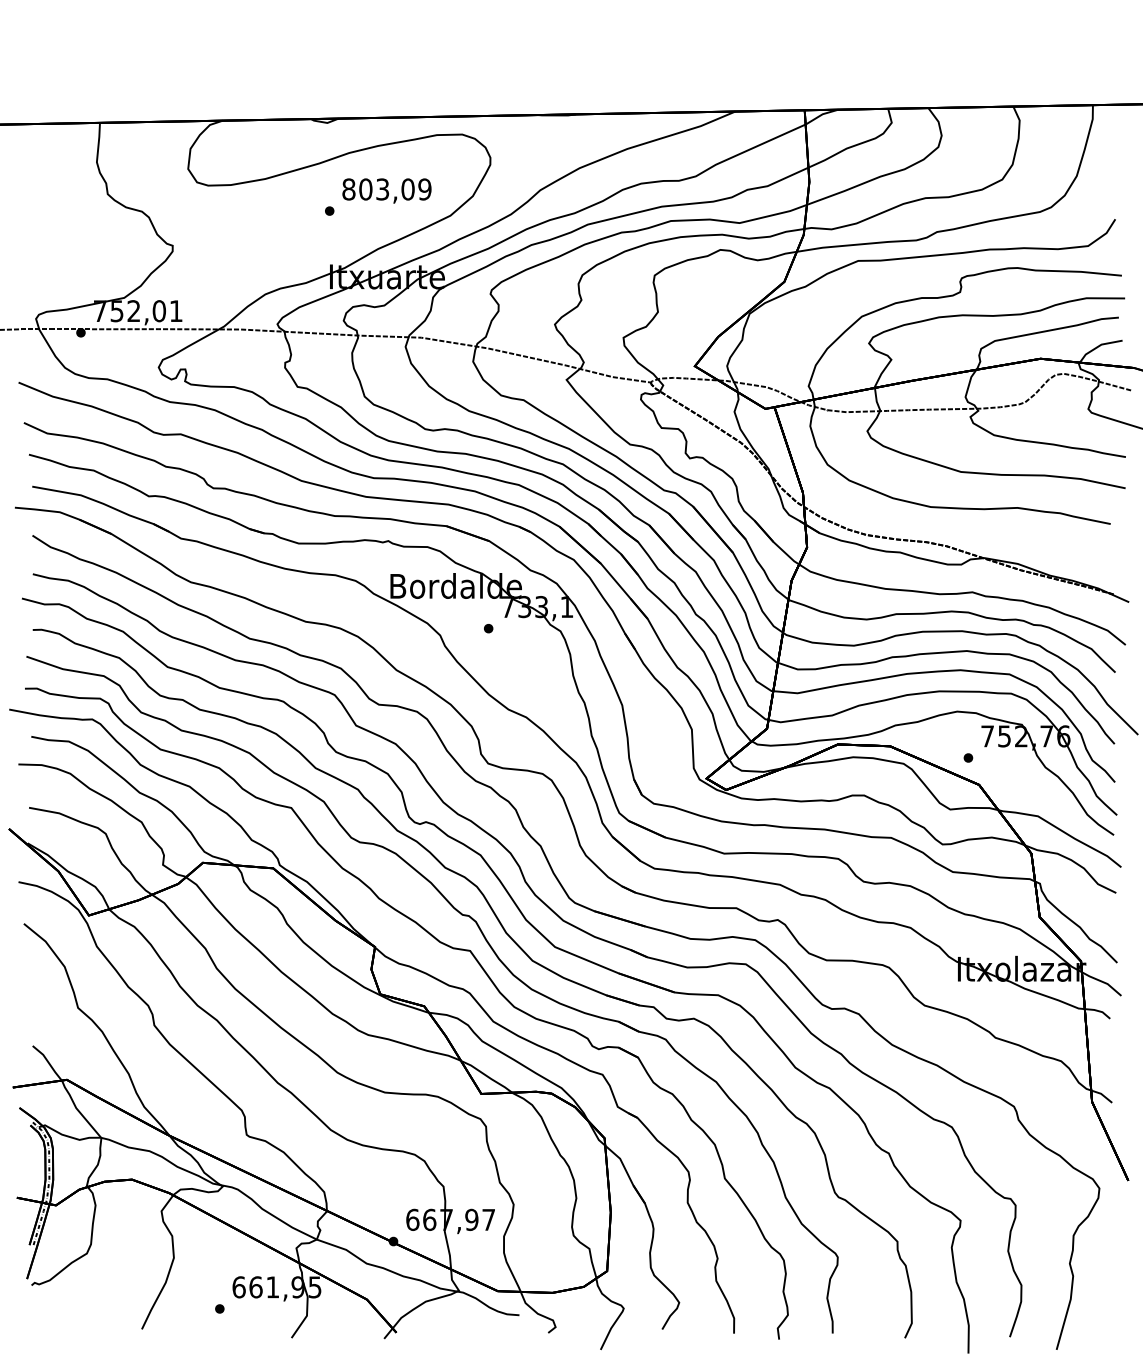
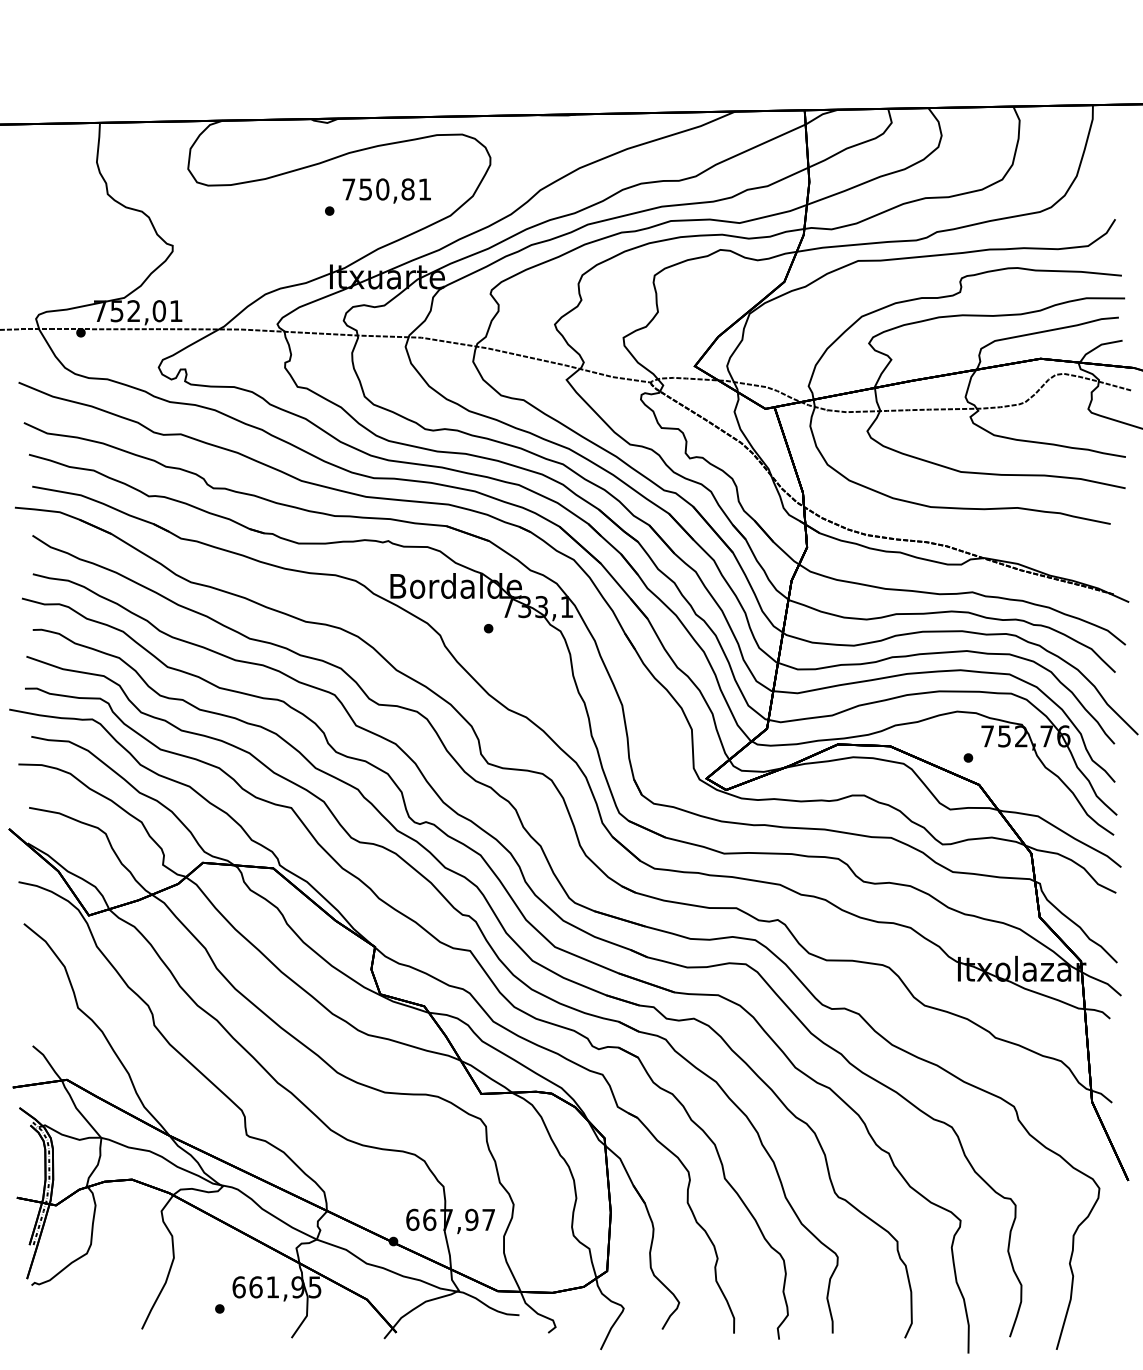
text at (386, 189): 803,09 -> 750,81
